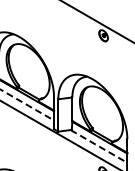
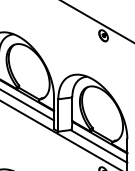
line at (27, 105): dashed -> solid
line at (98, 146): dashed -> solid
